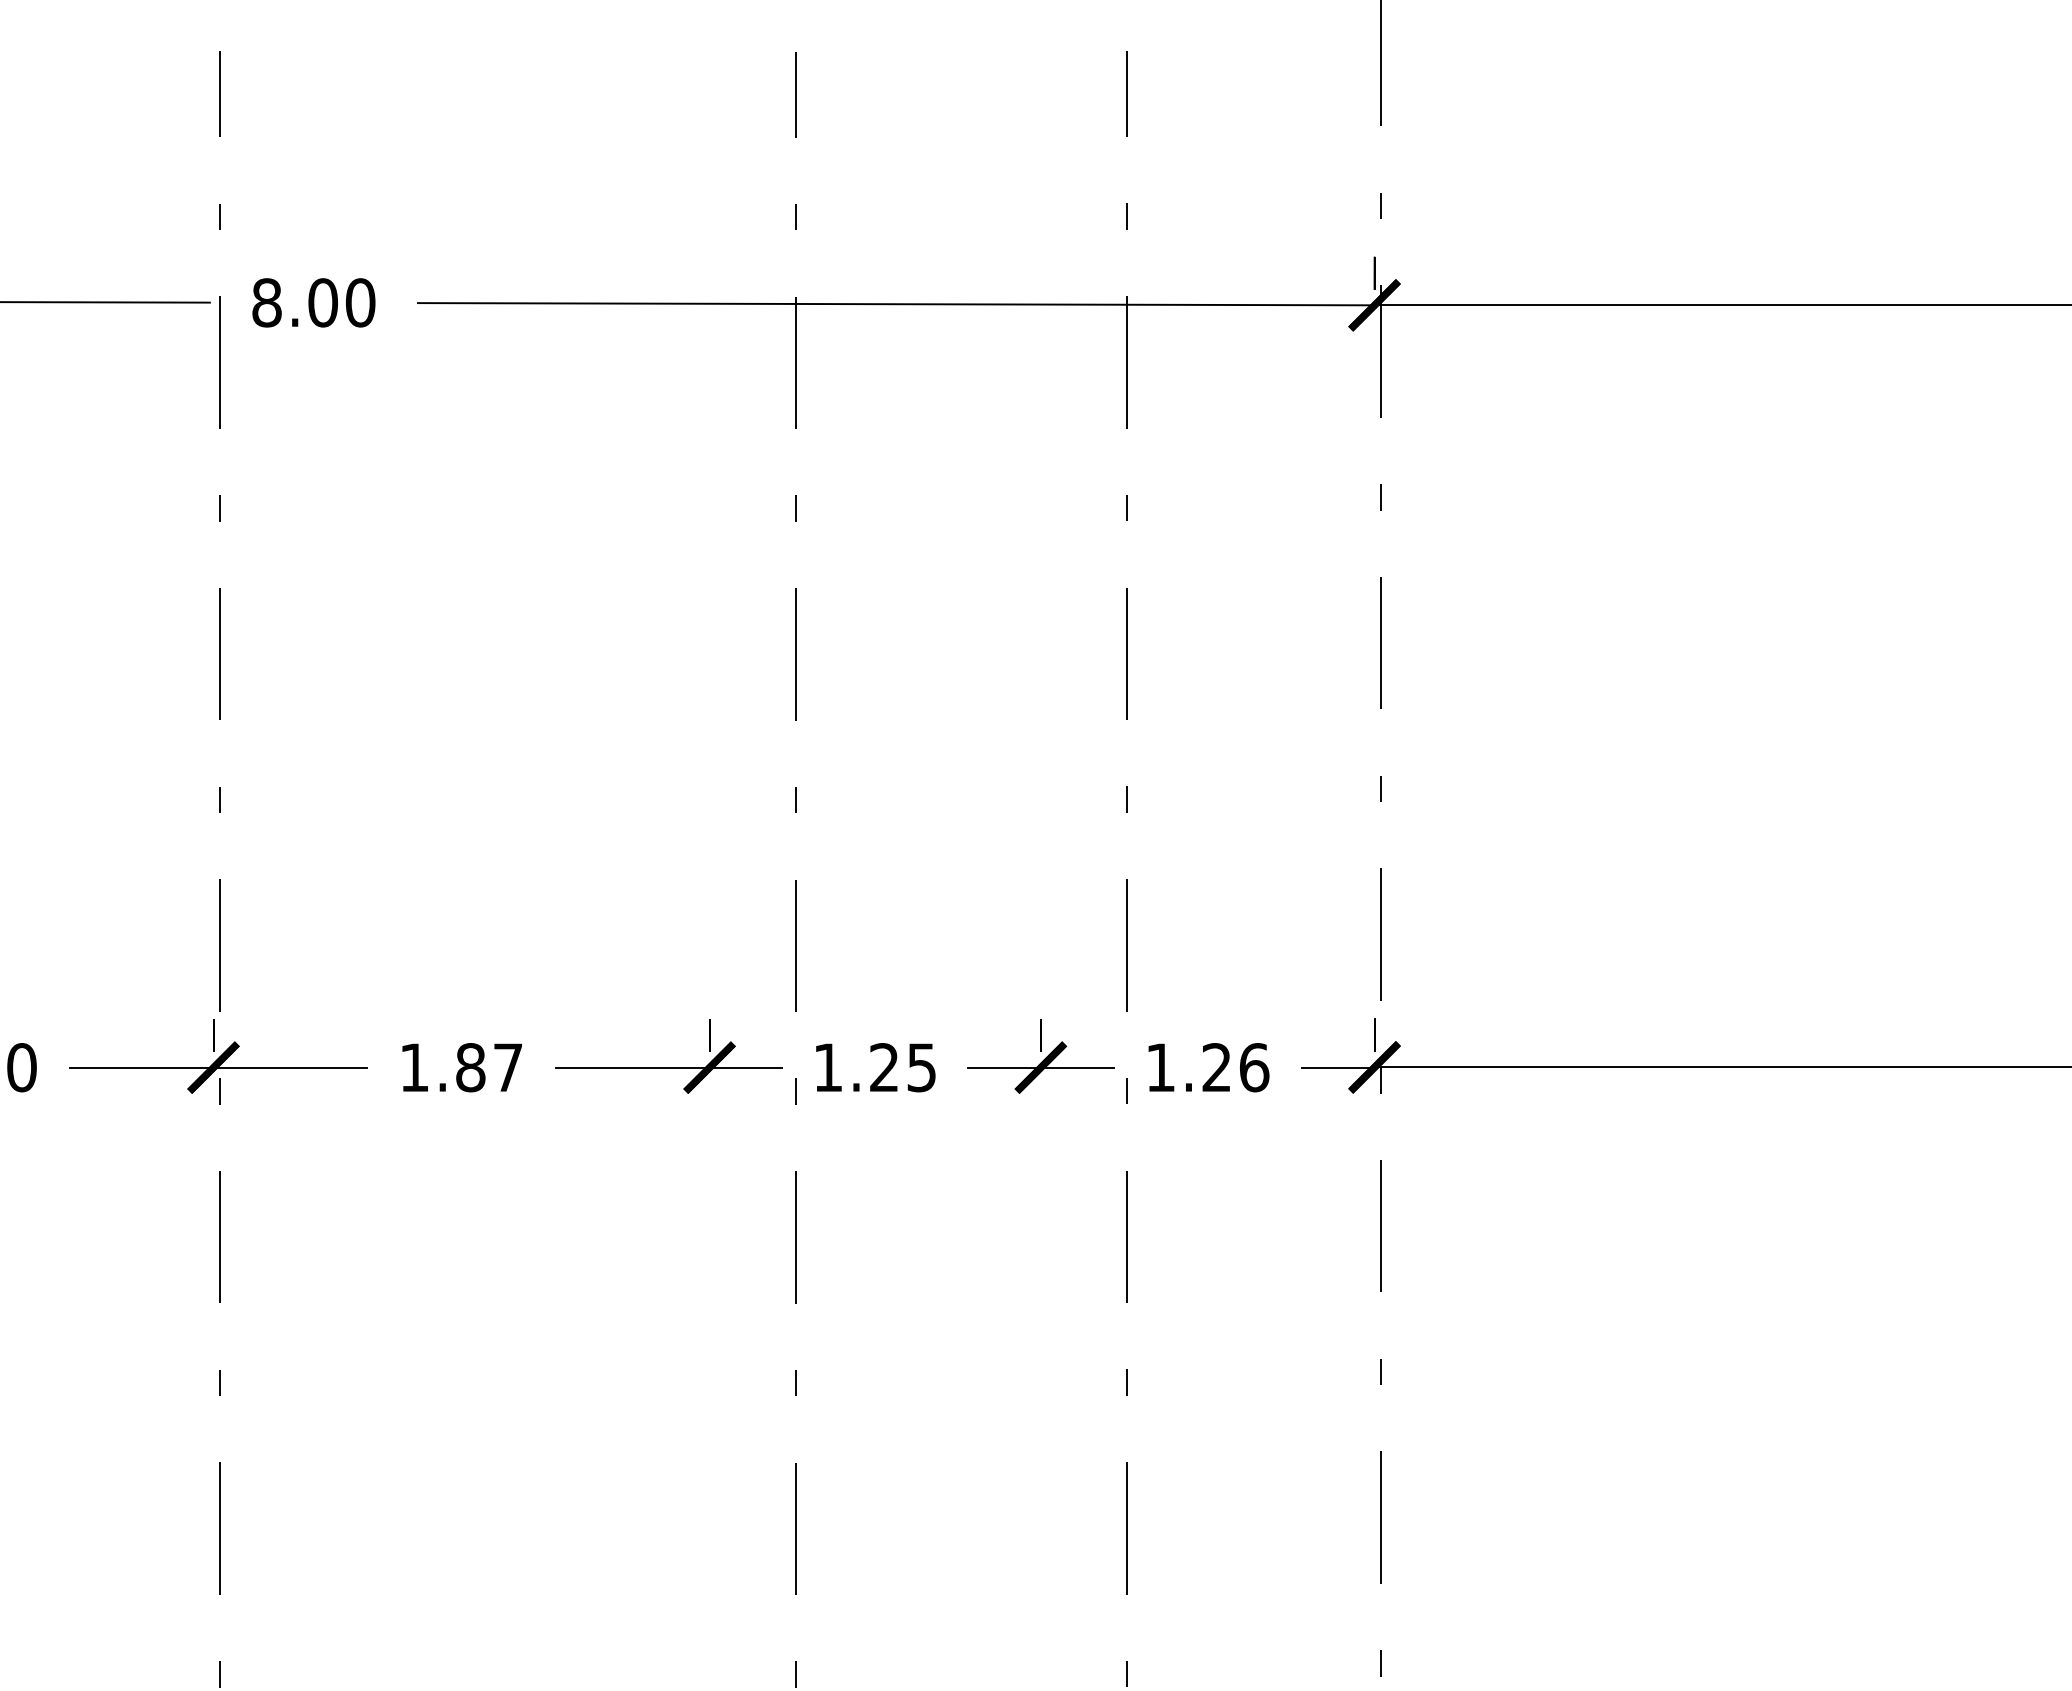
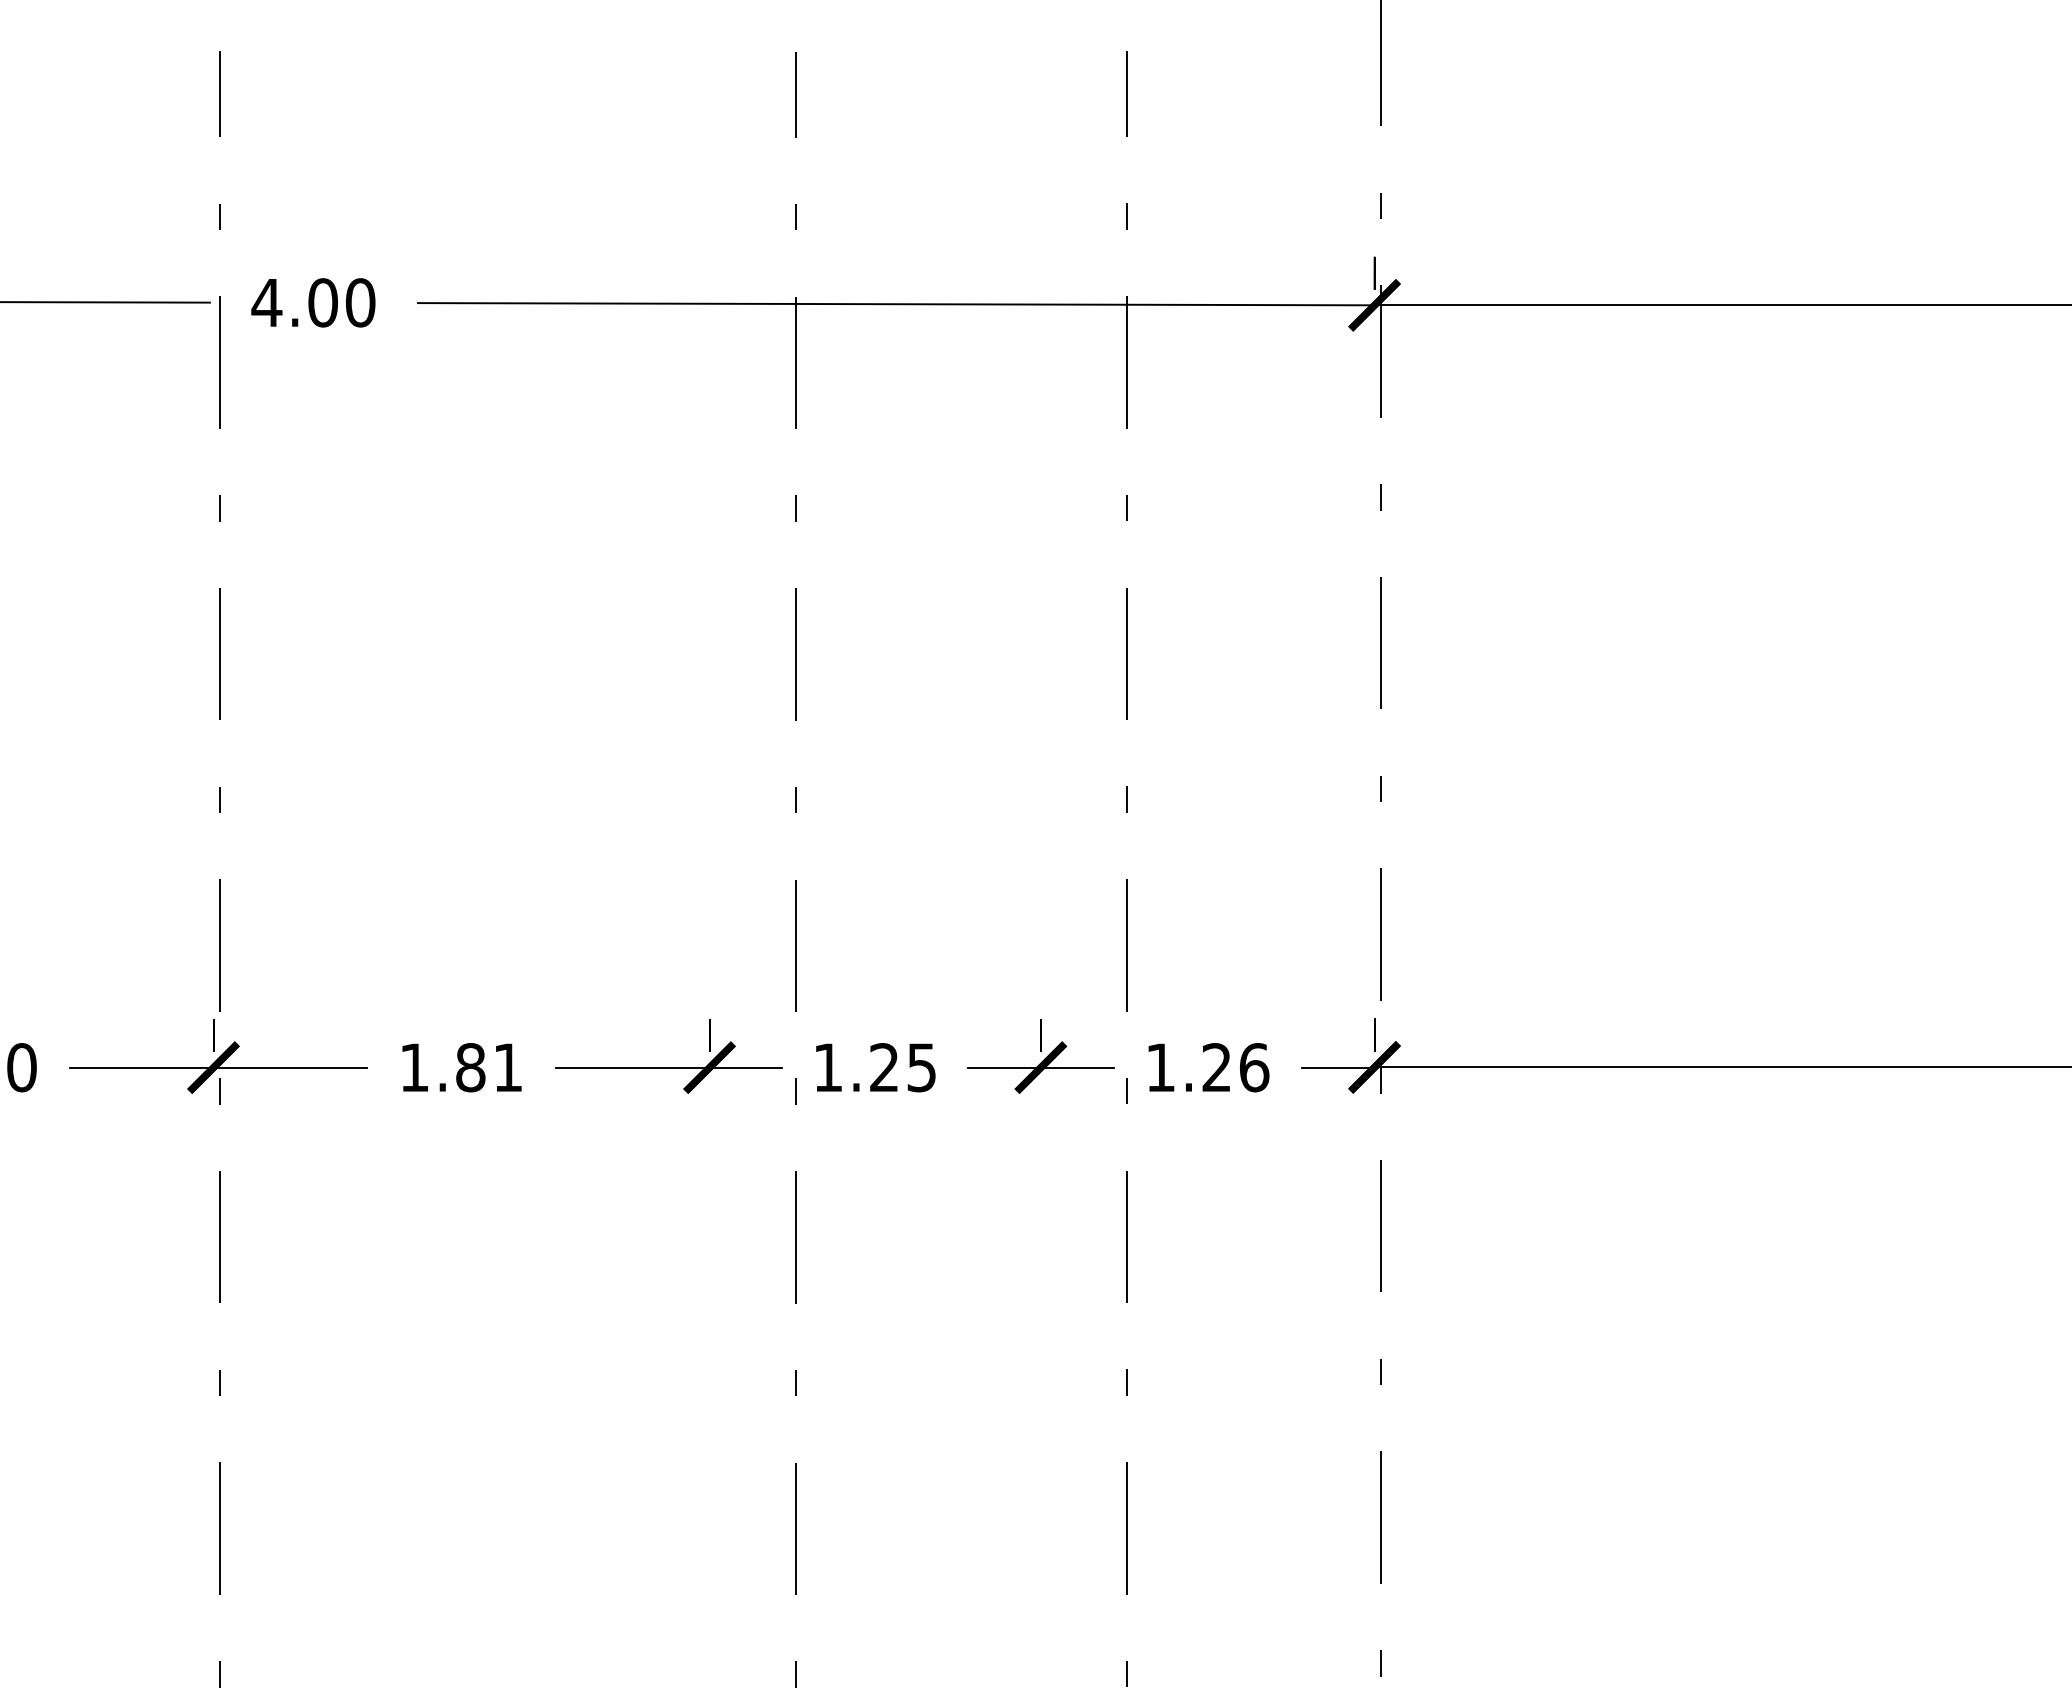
text at (266, 302): 8.00 -> 4.00
text at (507, 1067): 1.87 -> 1.81
